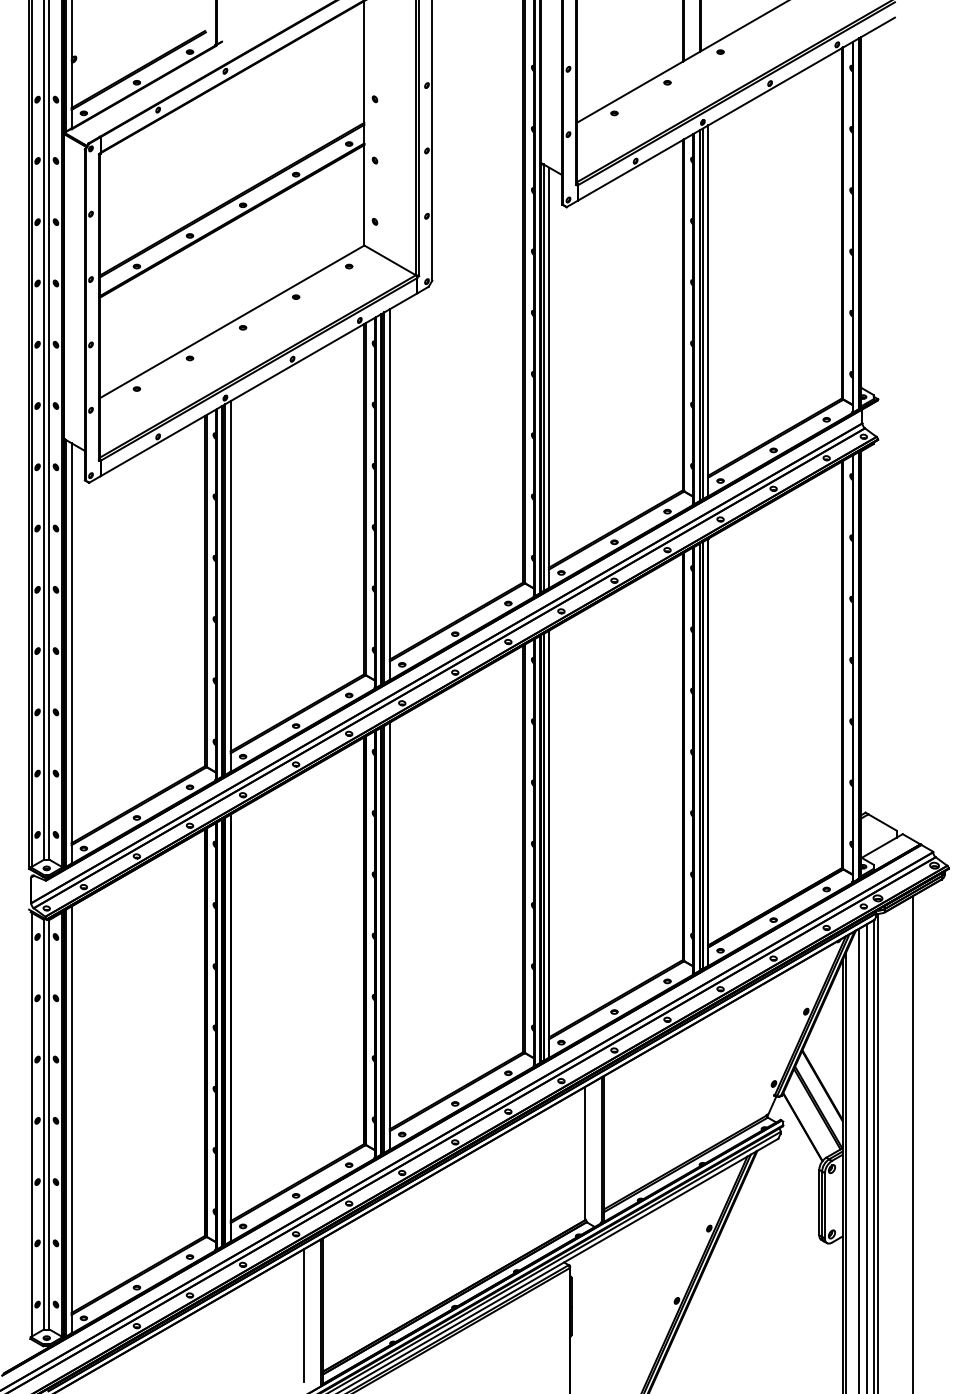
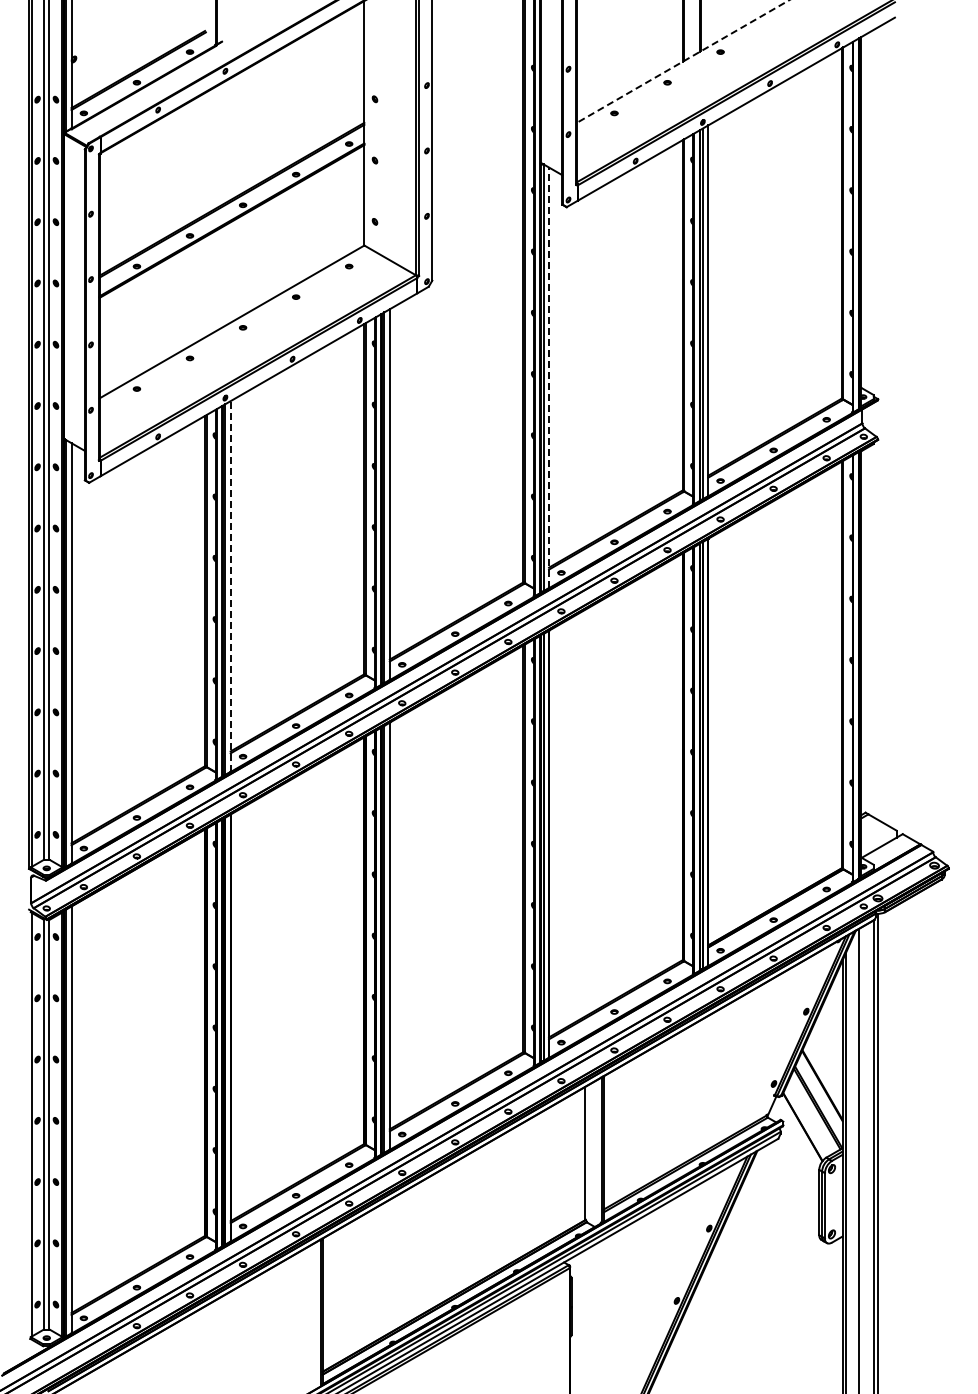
line at (682, 61): solid -> dashed
line at (549, 377): solid -> dashed
line at (230, 586): solid -> dashed
line at (913, 1142): present -> none
line at (867, 1157): present -> none
line at (304, 1315): present -> none
